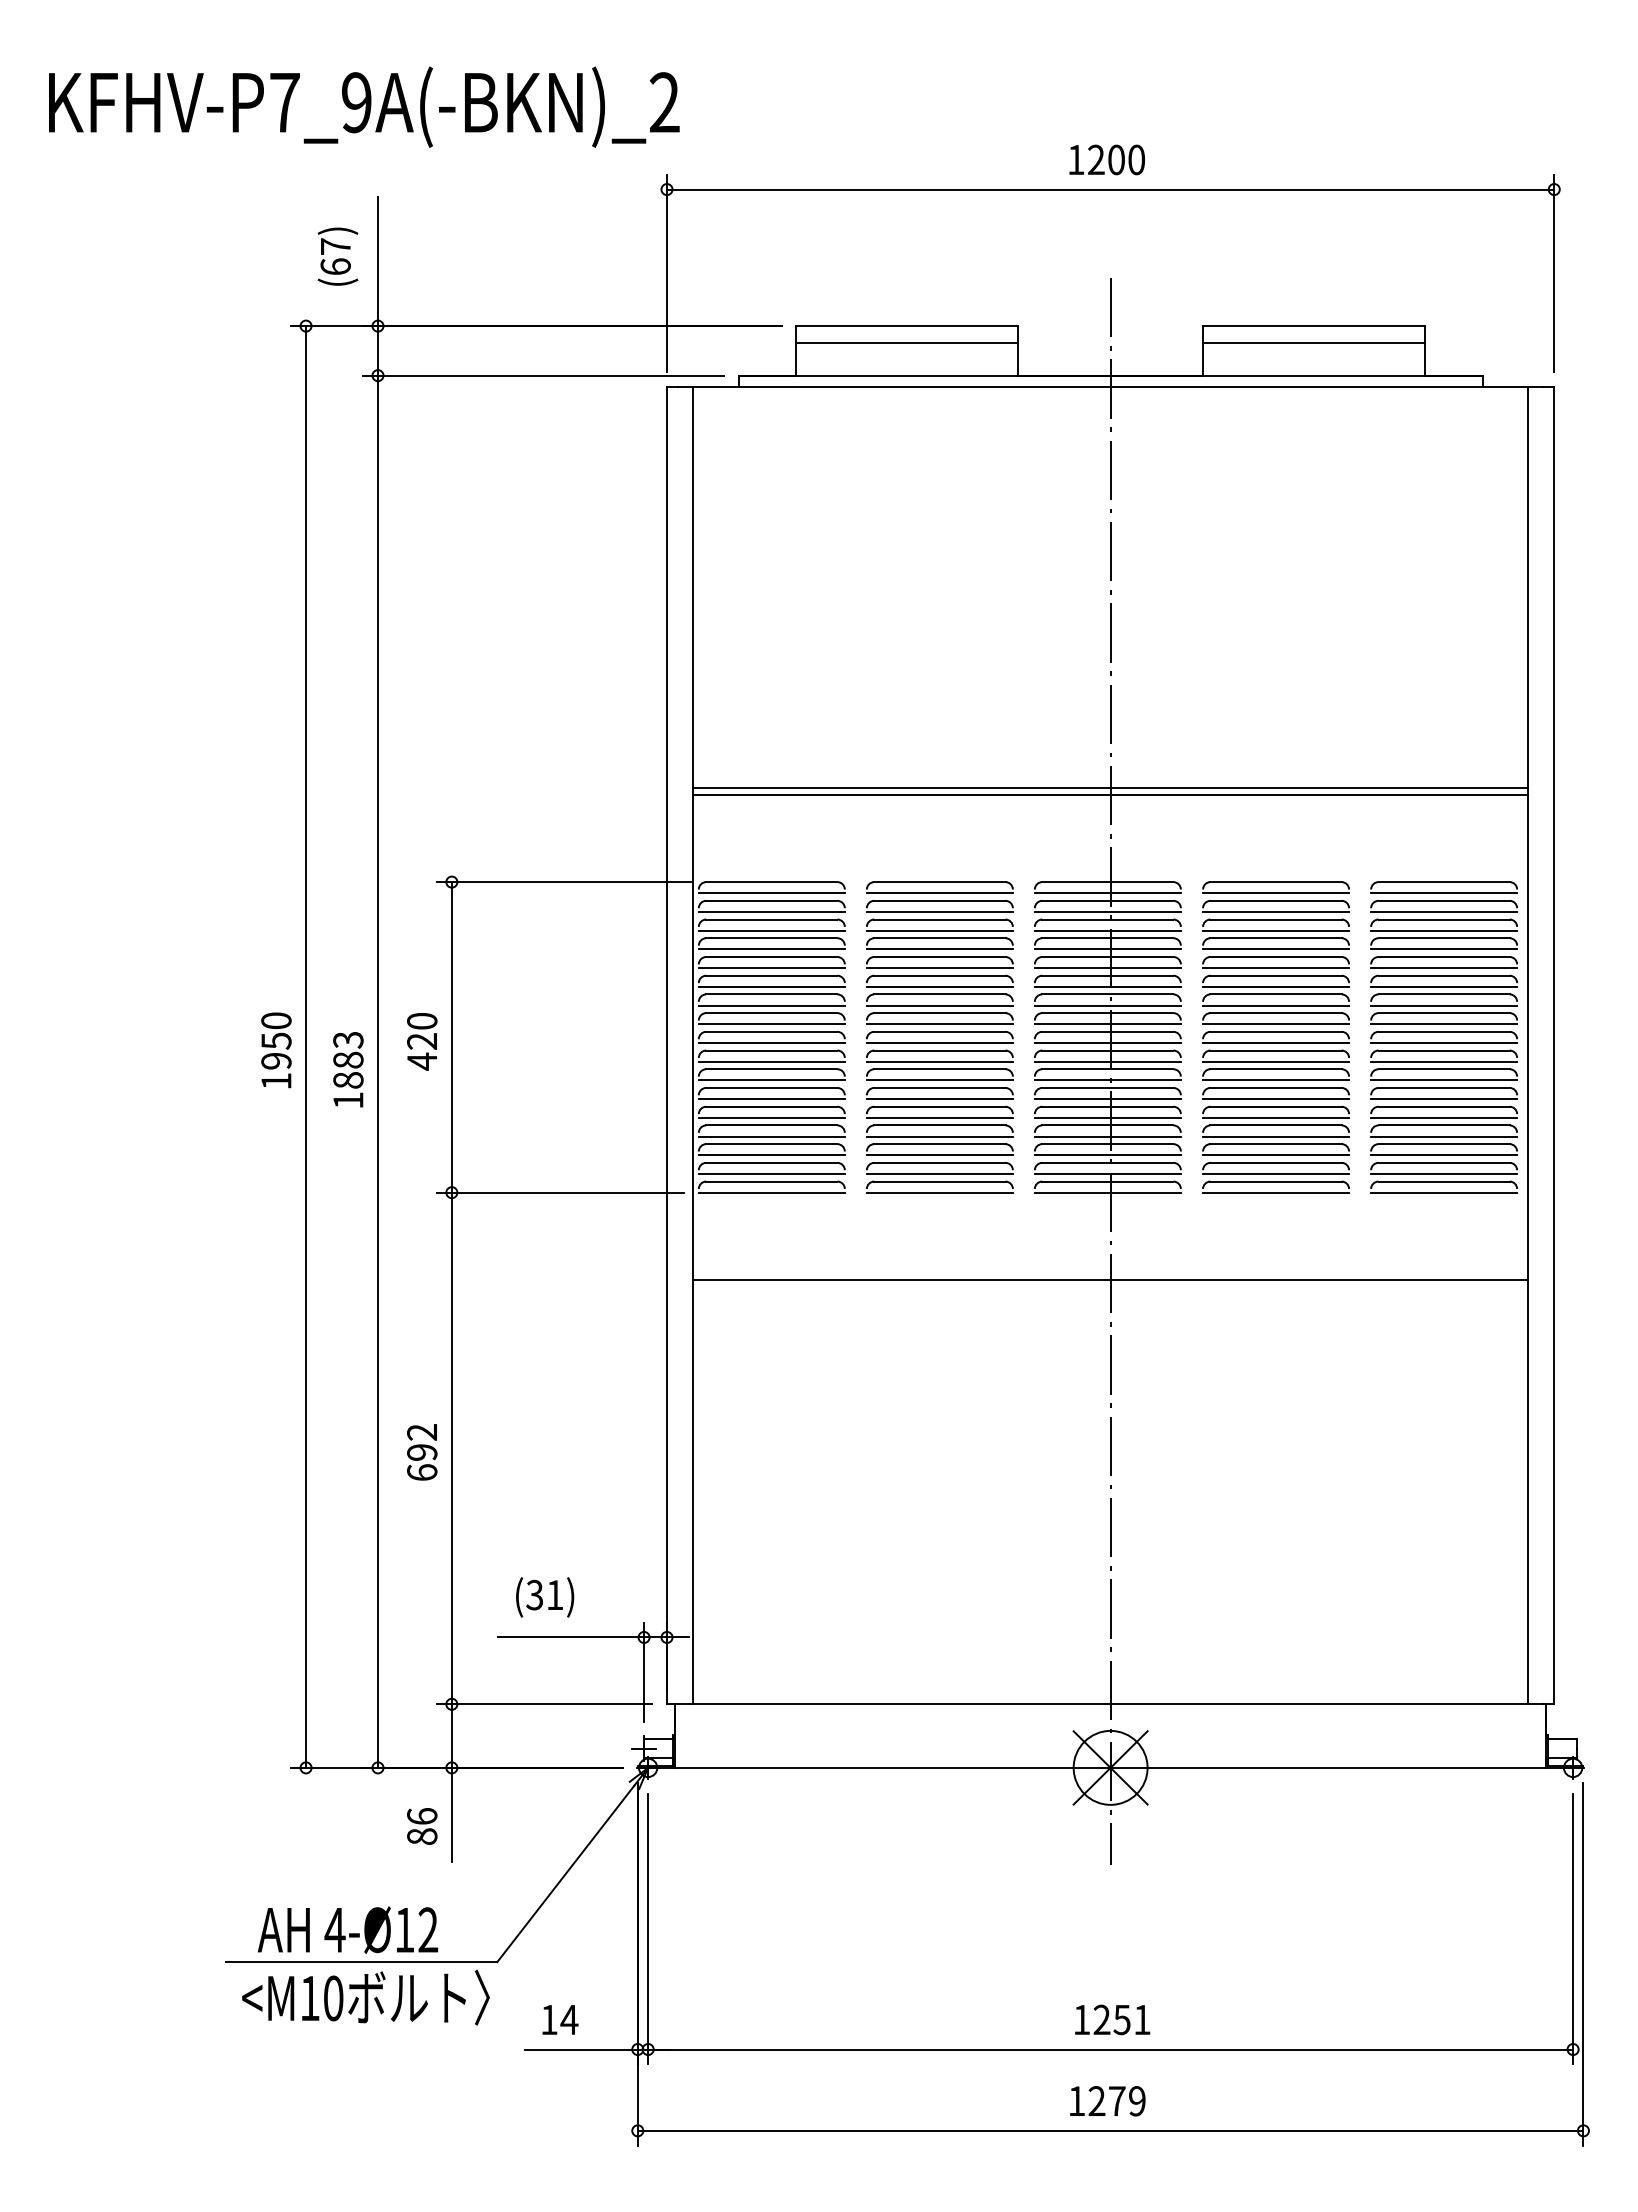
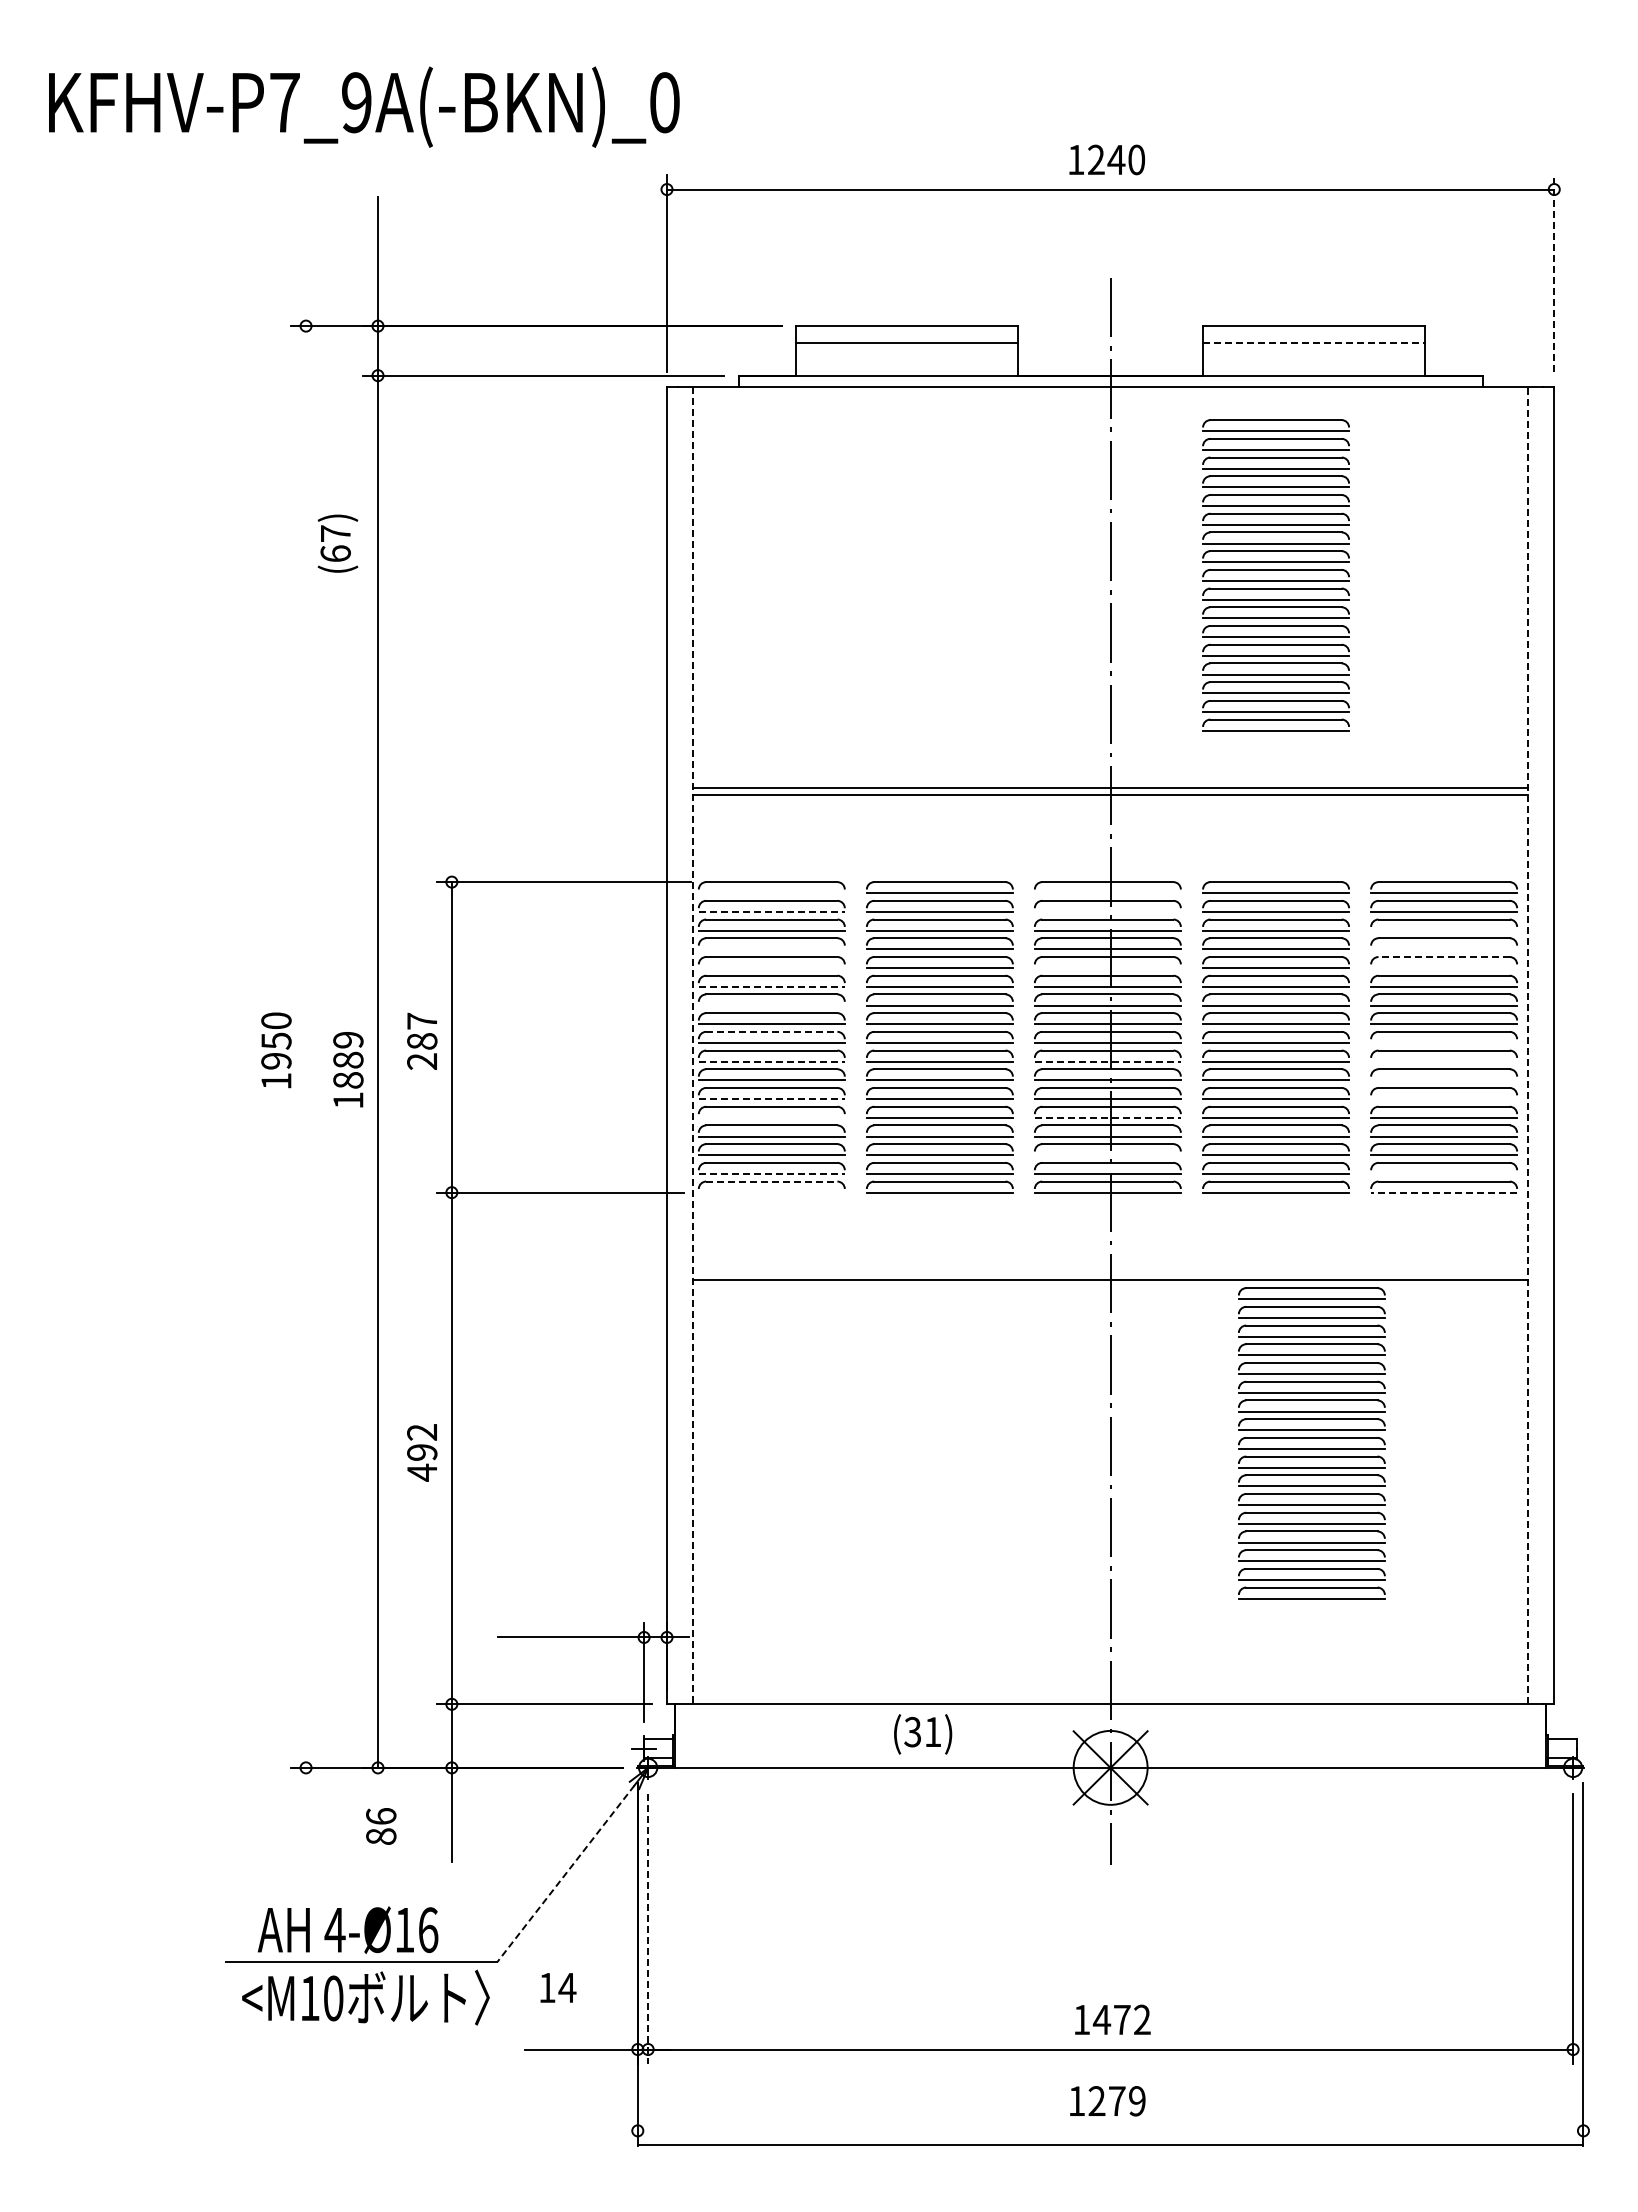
text at (664, 102): KFHV-P7_9A(-BKN)_2 -> KFHV-P7_9A(-BKN)_0
text at (1116, 159): 1200 -> 1240
text at (337, 256) position: (337, 256) -> (337, 543)
line at (1554, 273): solid -> dashed
line at (1313, 342): solid -> dashed
part at (1275, 575): none -> present
line at (771, 893): present -> none
line at (1107, 893): present -> none
line at (772, 911): solid -> dashed
line at (1107, 911): present -> none
line at (1444, 930): present -> none
line at (771, 949): present -> none
line at (1444, 949): present -> none
line at (1444, 957): solid -> dashed
line at (771, 968): present -> none
line at (1107, 968): present -> none
line at (1444, 968): present -> none
line at (772, 986): solid -> dashed
line at (771, 1005): present -> none
line at (771, 1031): solid -> dashed
text at (348, 1040): 1883 -> 1889
text at (422, 1041): 420 -> 287
line at (1444, 1042): present -> none
line at (692, 1045): solid -> dashed
line at (1528, 1045): solid -> dashed
line at (306, 1046): present -> none
line at (772, 1061): solid -> dashed
line at (1108, 1061): solid -> dashed
line at (1444, 1061): present -> none
line at (1444, 1080): present -> none
line at (772, 1099): solid -> dashed
line at (1444, 1099): present -> none
line at (771, 1117): present -> none
line at (1108, 1117): solid -> dashed
line at (1107, 1155): present -> none
line at (772, 1173): solid -> dashed
line at (1444, 1173): present -> none
line at (771, 1181): solid -> dashed
line at (771, 1192): present -> none
line at (1443, 1192): solid -> dashed
part at (1311, 1443): none -> present
text at (422, 1472): 692 -> 492
text at (545, 1597) position: (545, 1597) -> (923, 1734)
text at (422, 1826) position: (422, 1826) -> (381, 1826)
line at (565, 1873): solid -> dashed
line at (648, 1929): solid -> dashed
text at (428, 1930): 4-Ø12 -> 4-Ø16
text at (560, 2019) position: (560, 2019) -> (558, 1987)
text at (1121, 2019): 1251 -> 1472
line at (1110, 2130) position: (1110, 2130) -> (1110, 2144)
